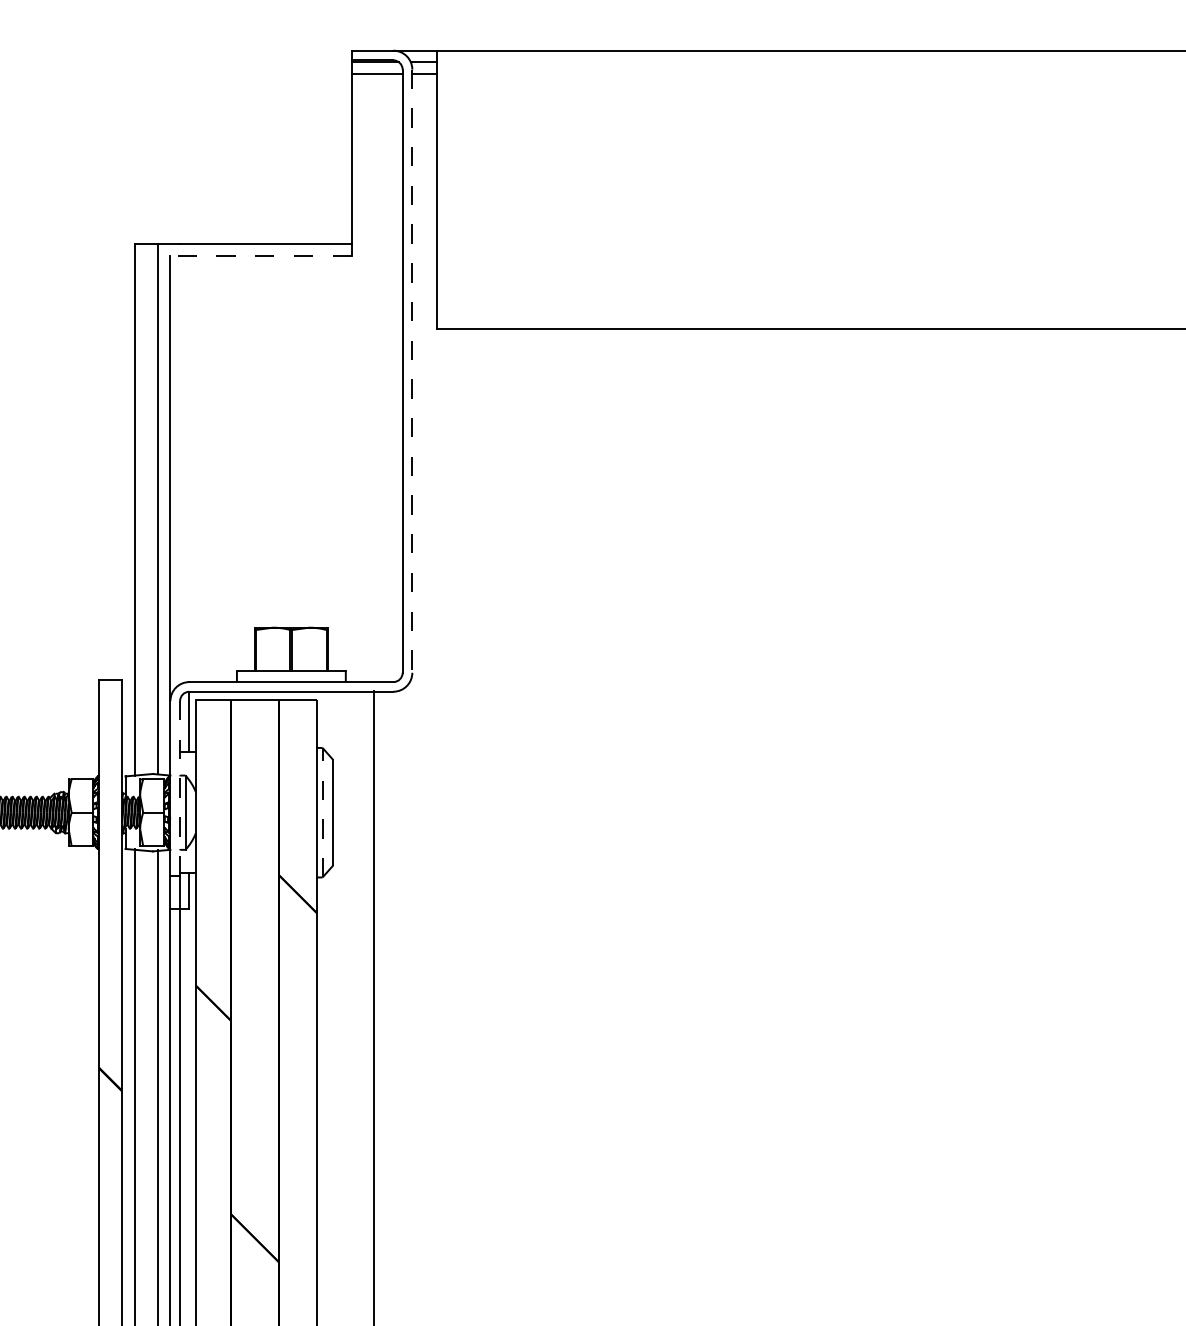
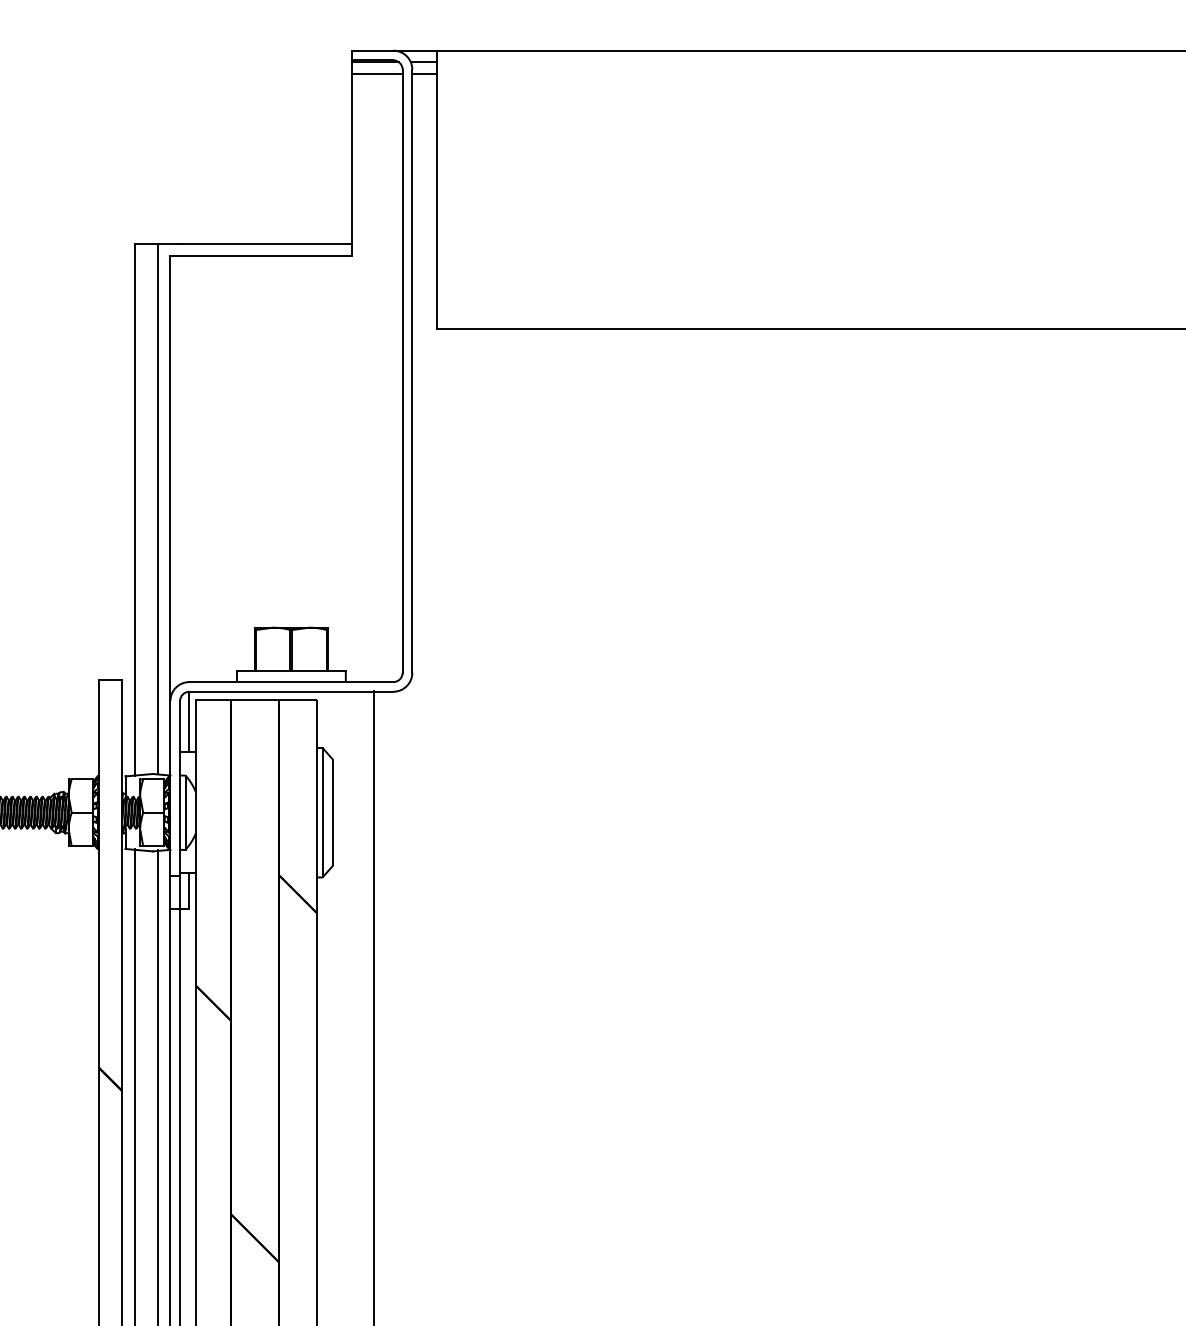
line at (261, 255): dashed -> solid
line at (412, 371): dashed -> solid
line at (180, 788): dashed -> solid
line at (322, 812): dashed -> solid
